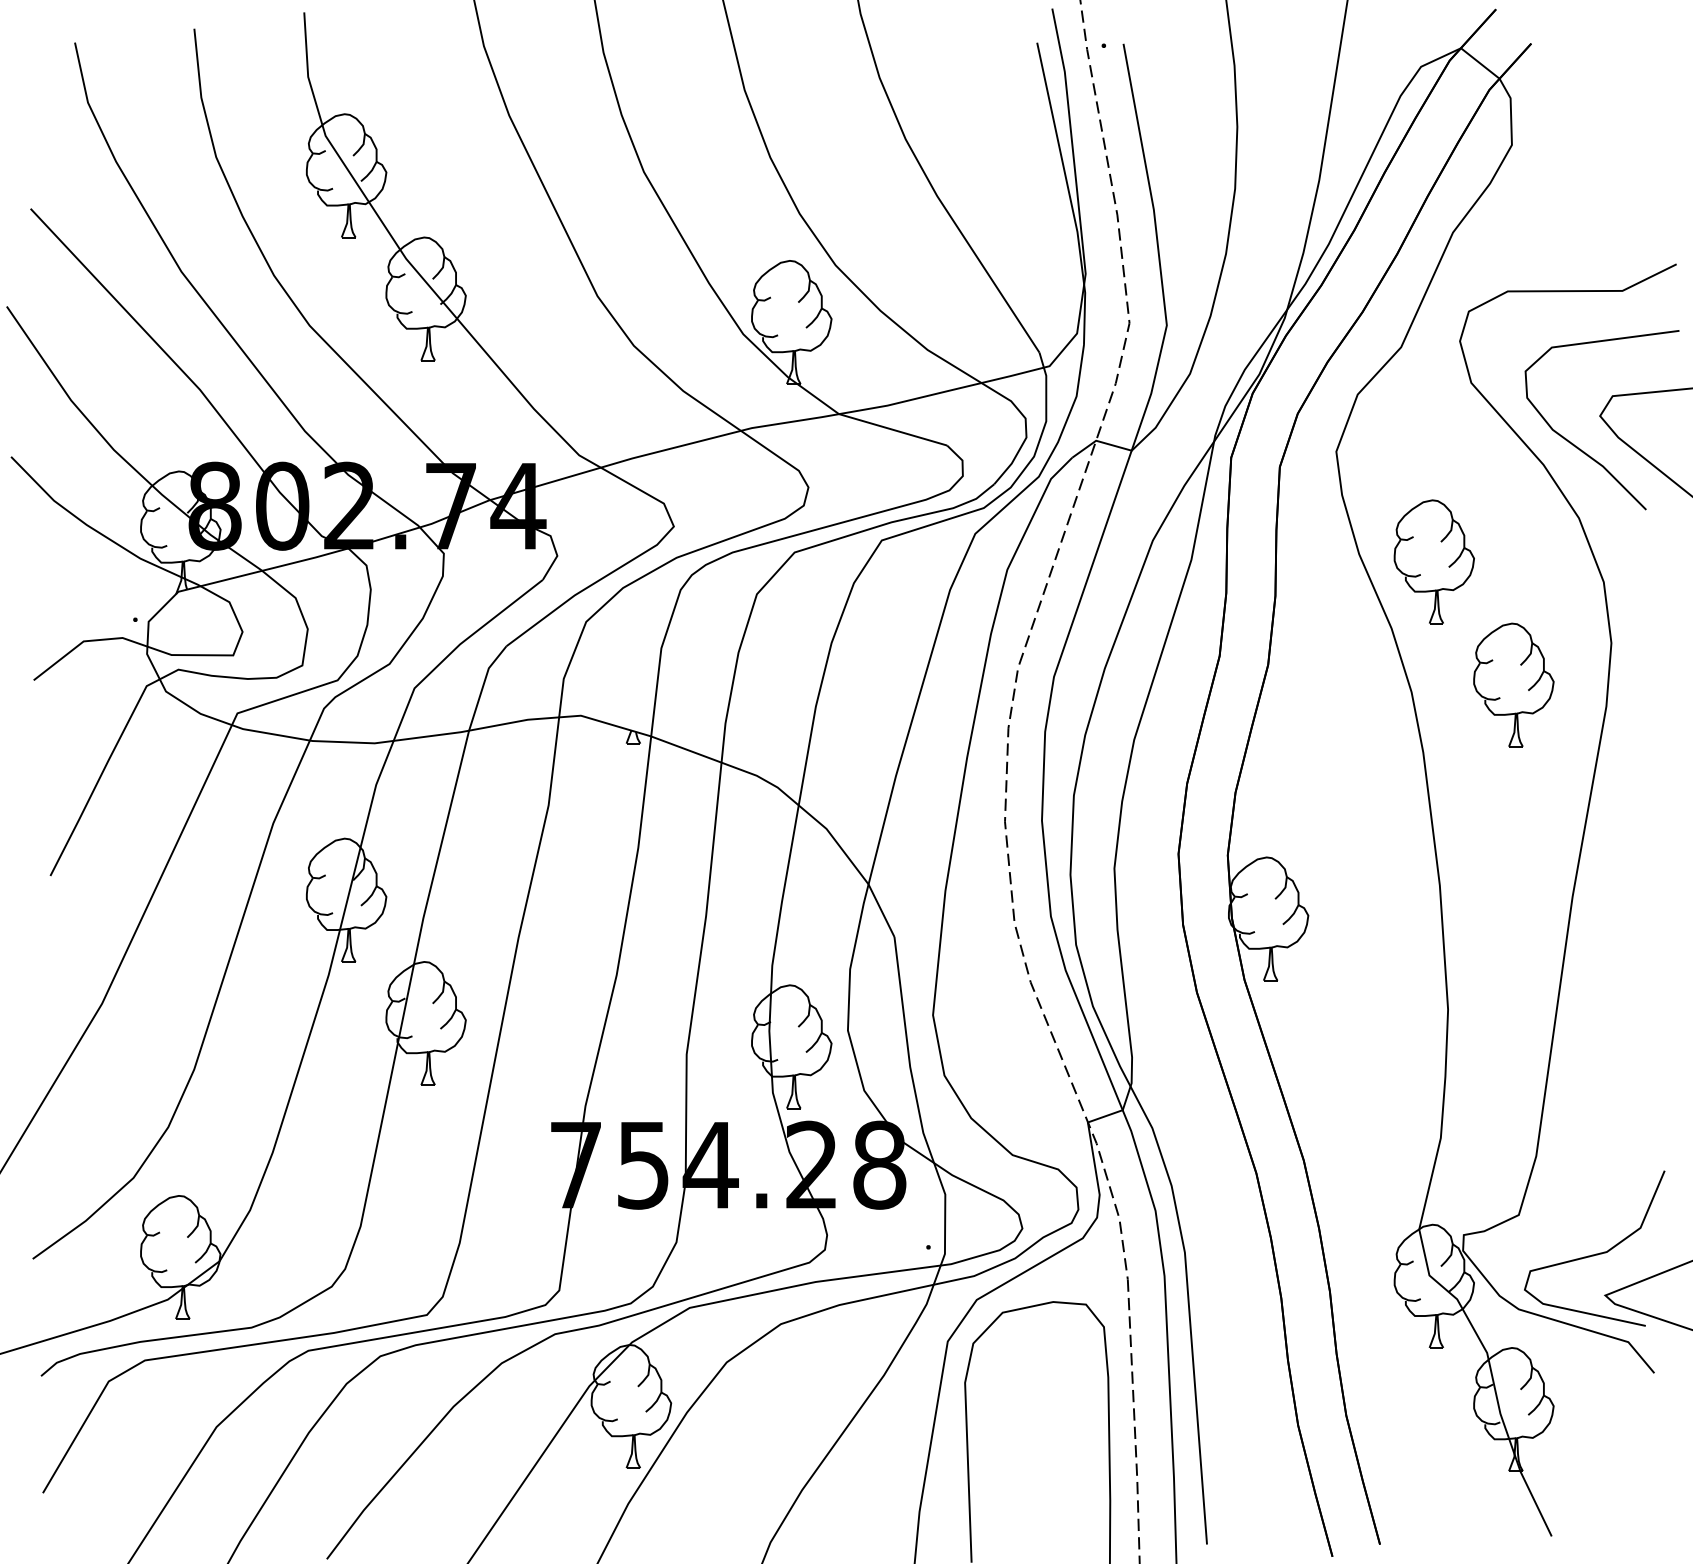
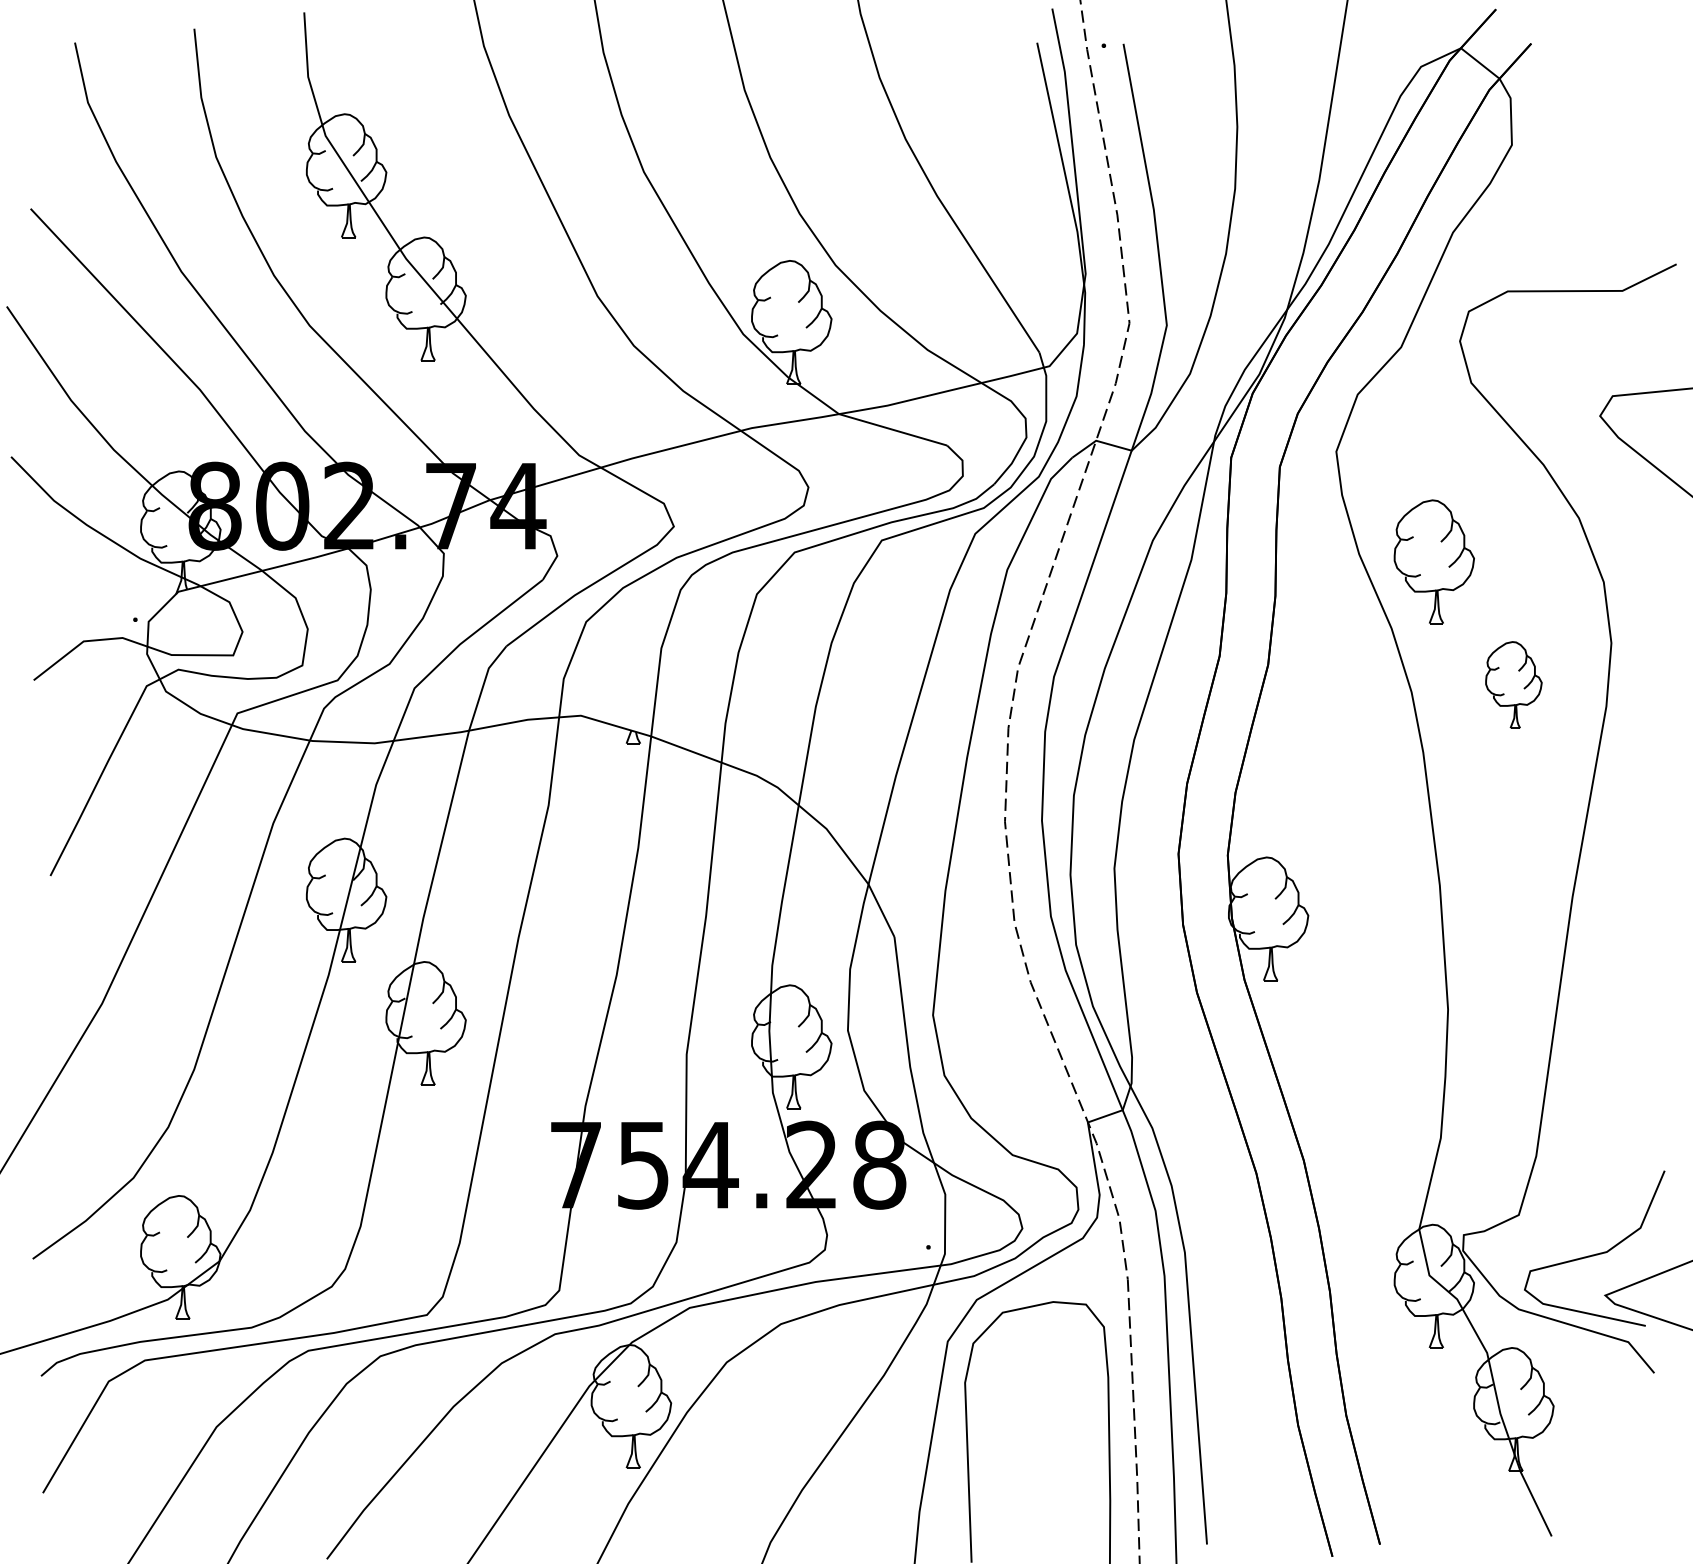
curve at (1580, 448): present -> none
part at (1513, 684) size: 82x126 px -> 58x88 px
